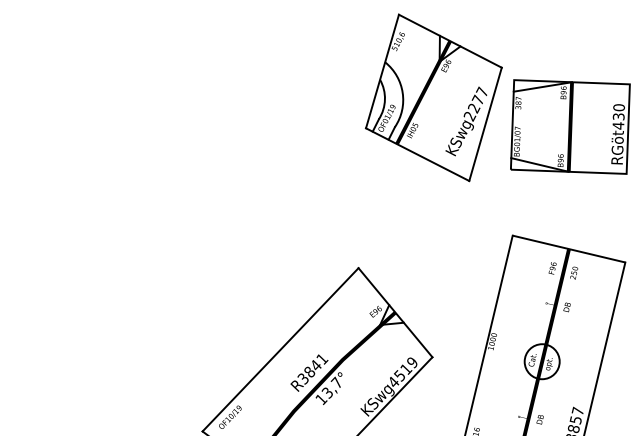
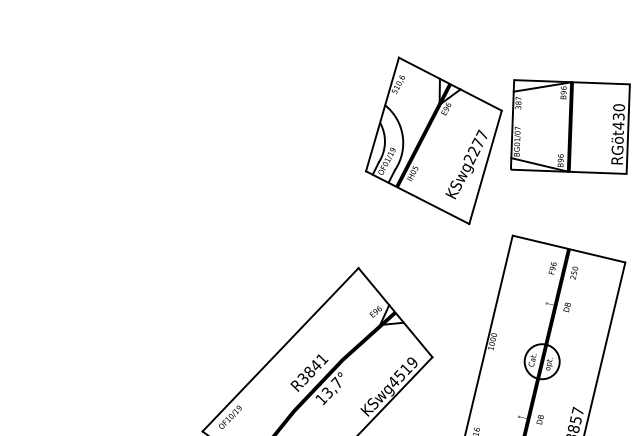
part at (433, 97) position: (433, 97) -> (433, 140)
